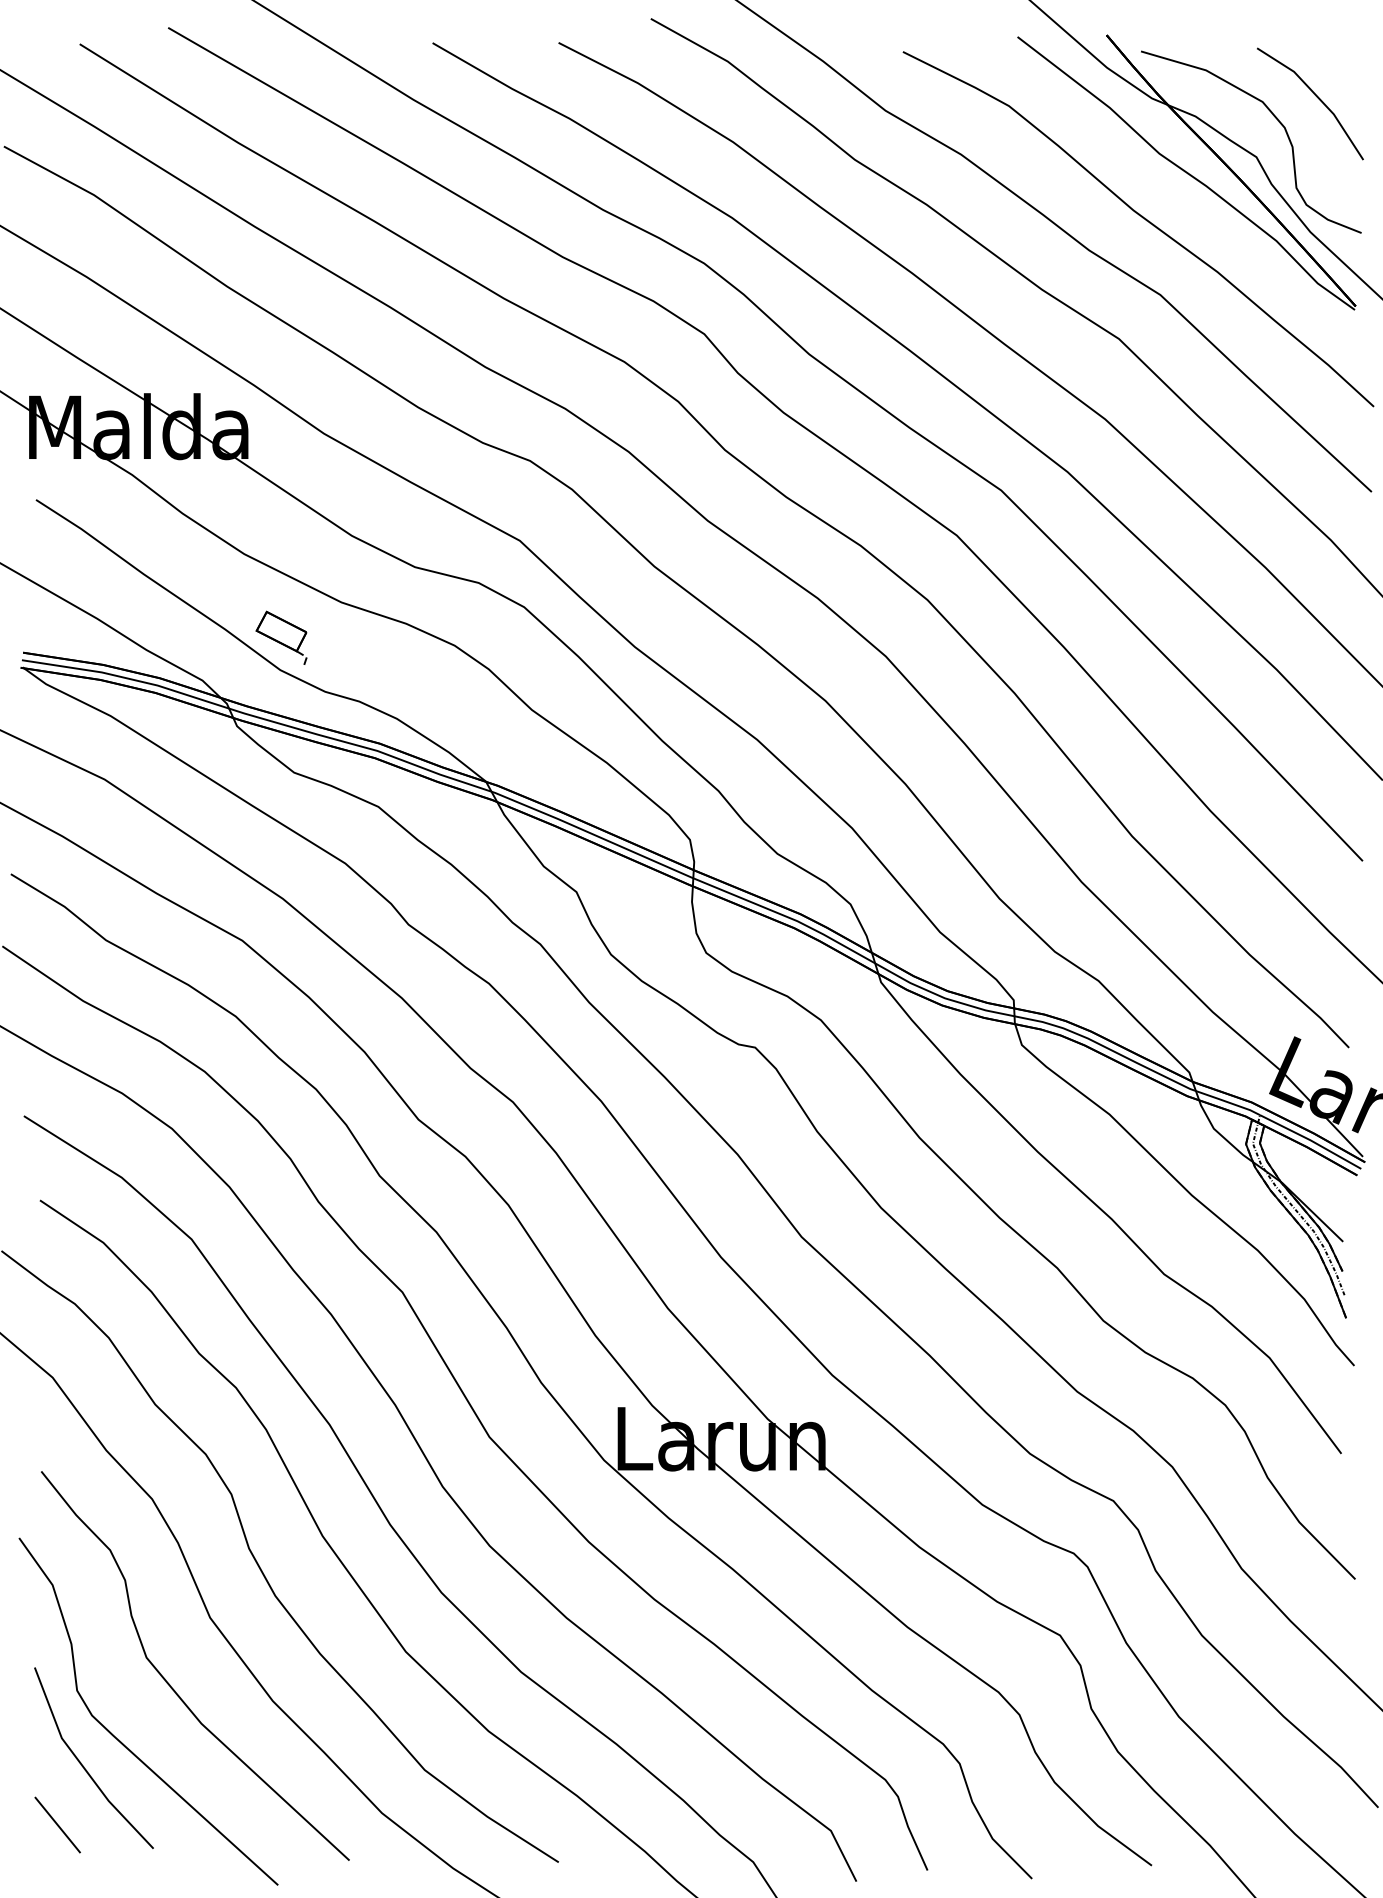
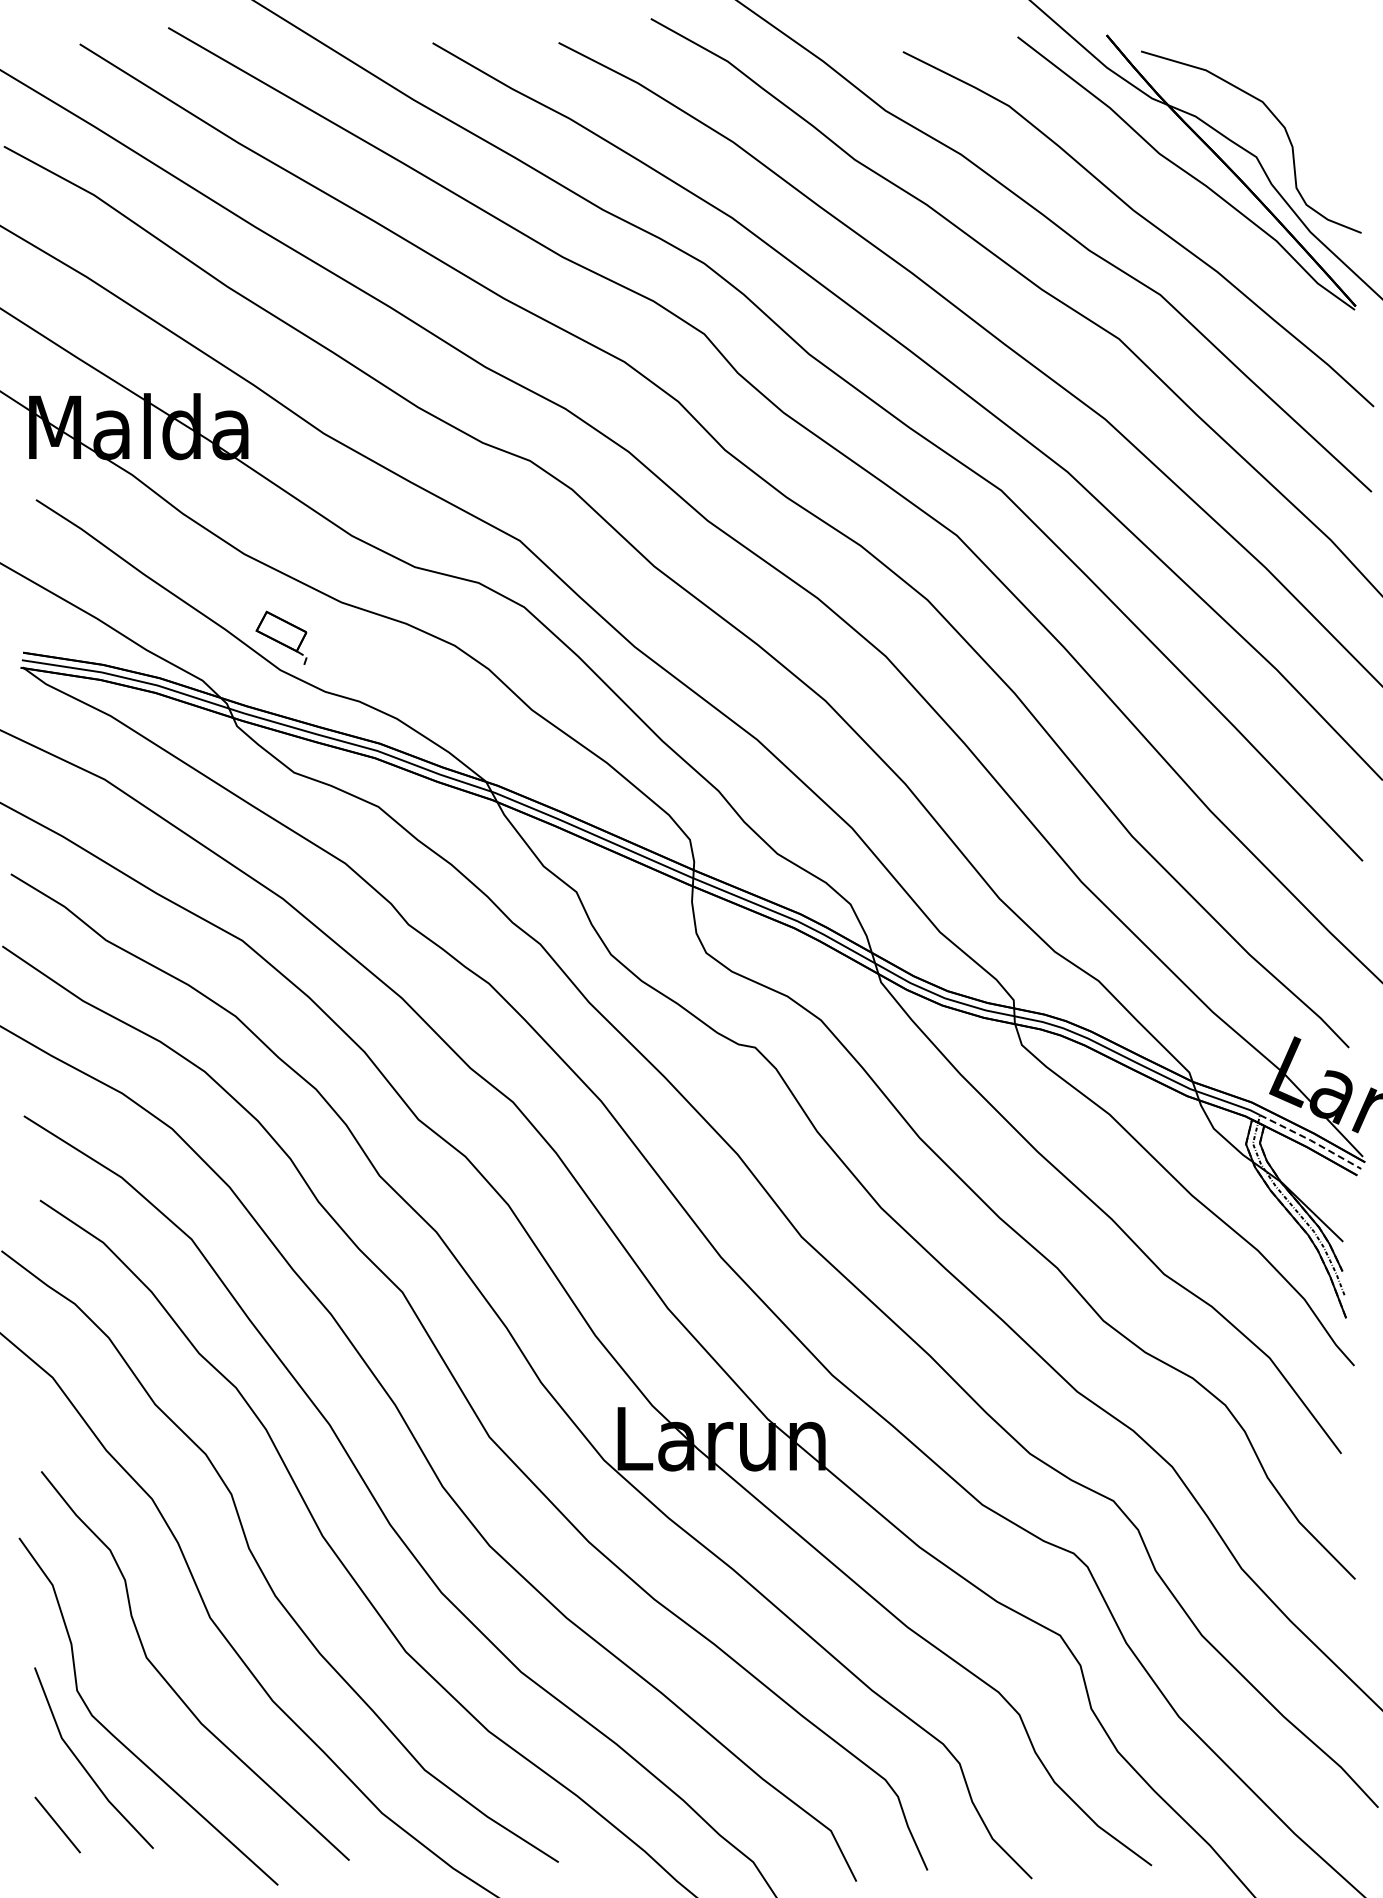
part at (1316, 97): present -> none
line at (1311, 1140): solid -> dashed
